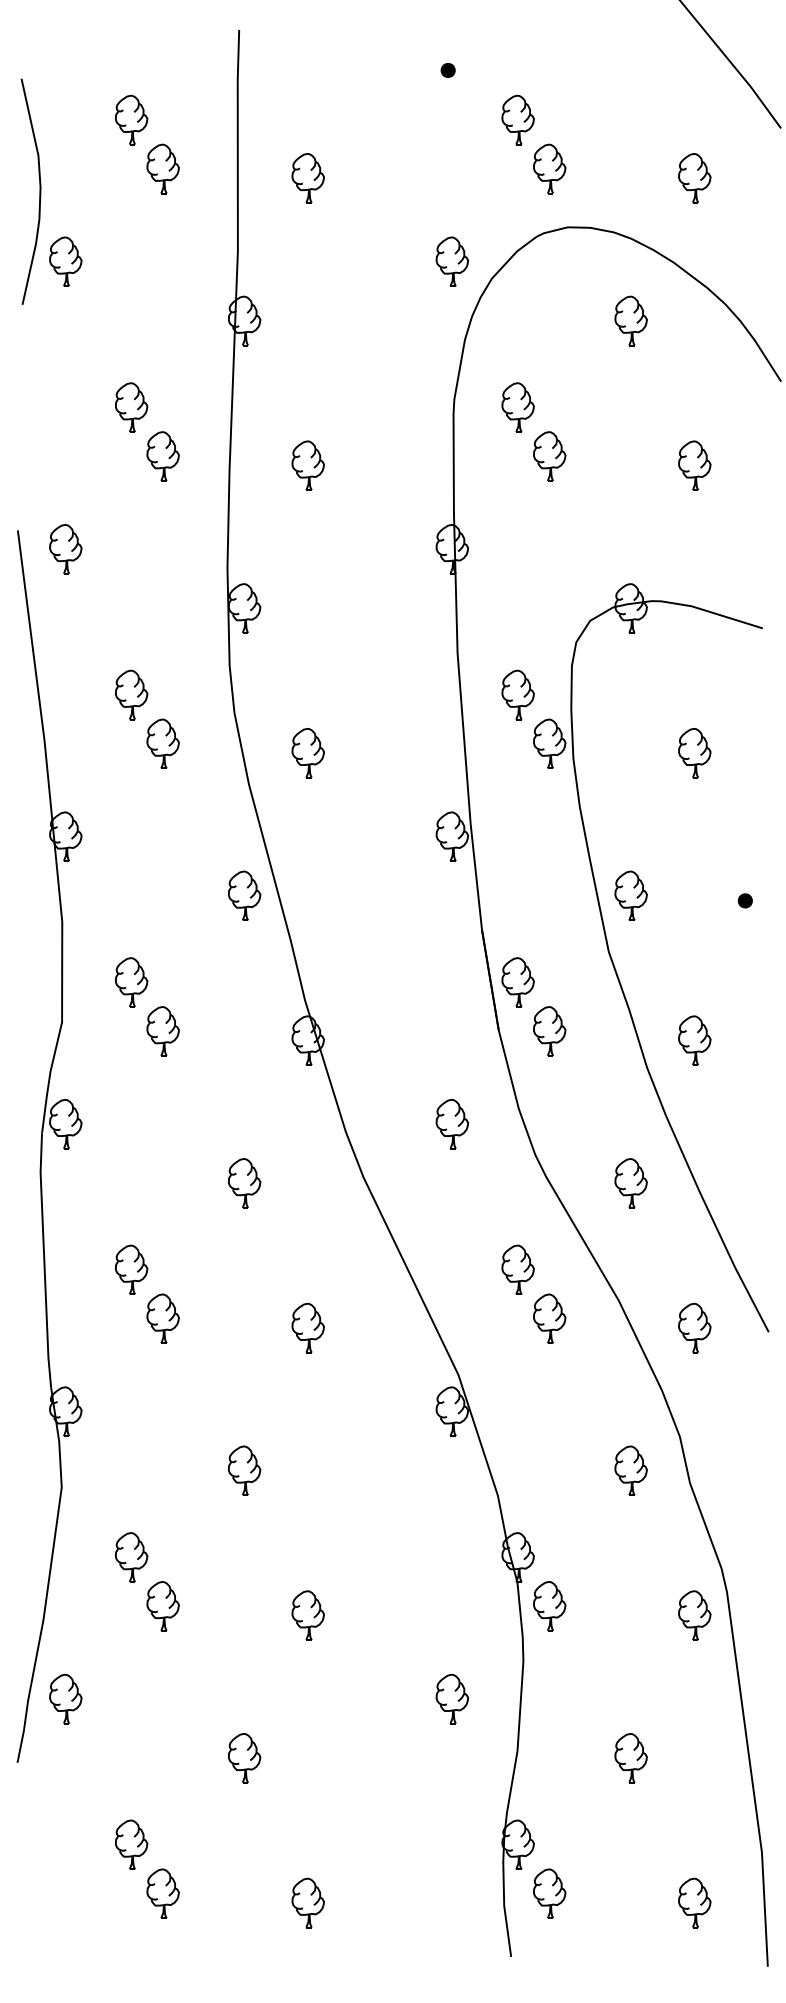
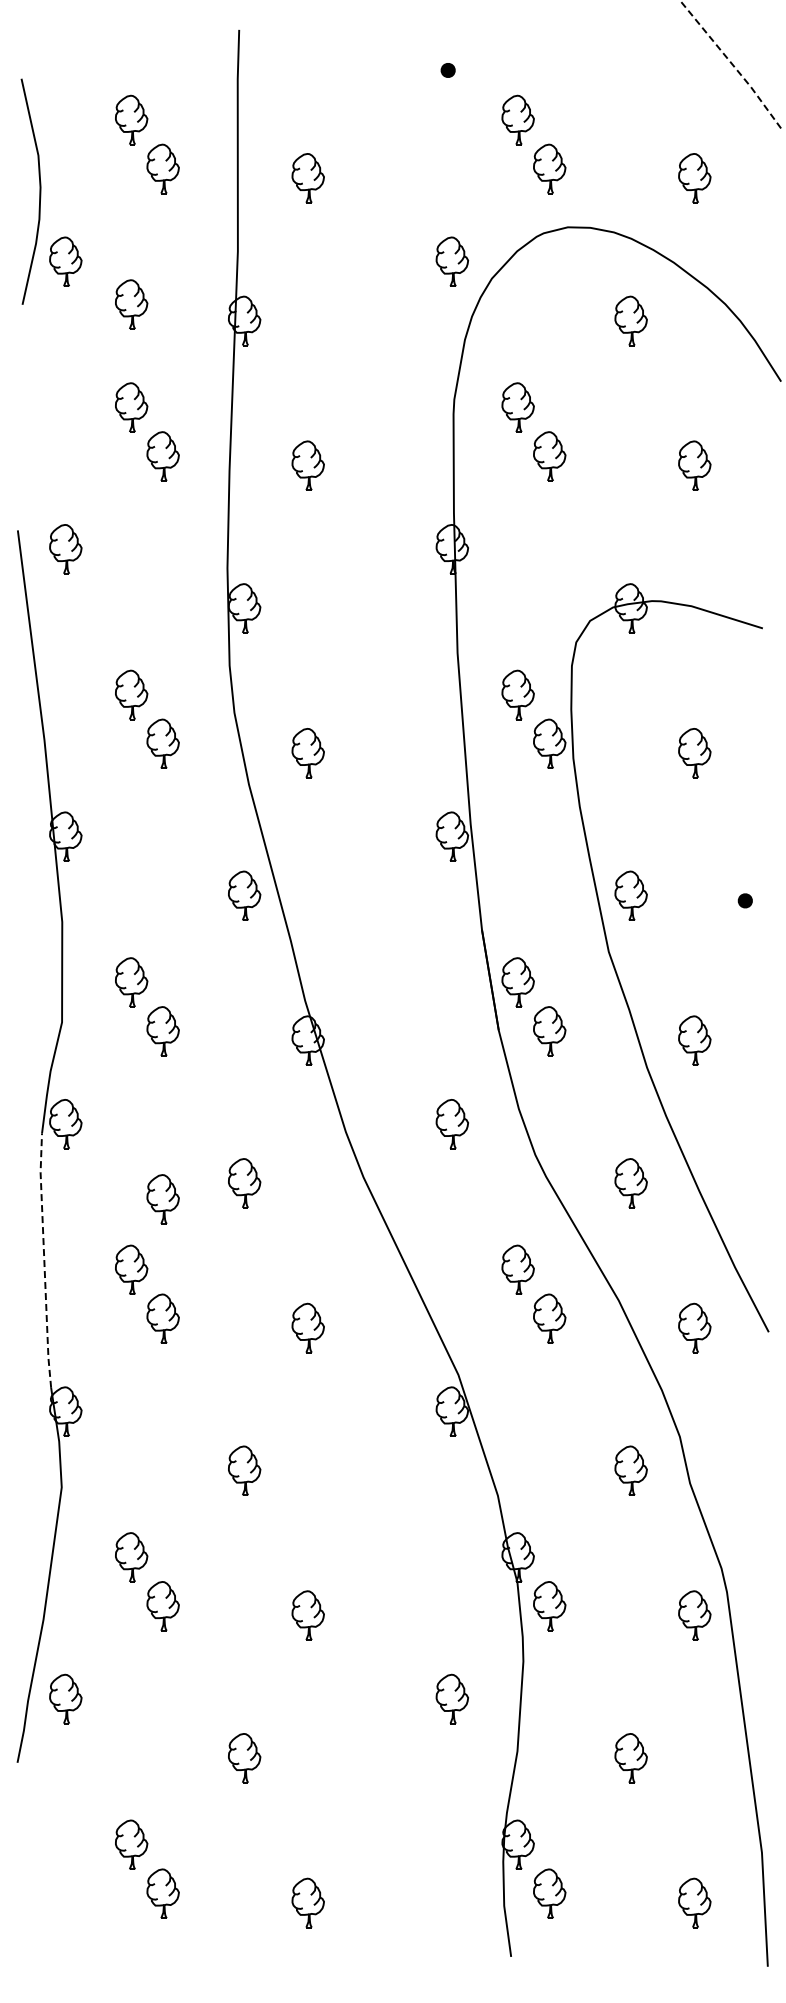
line at (732, 64): solid -> dashed
part at (131, 304): none -> present
part at (162, 1199): none -> present
line at (44, 1260): solid -> dashed
